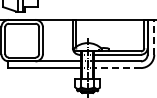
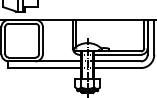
line at (154, 36): dashed -> solid
line at (117, 68): dashed -> solid
